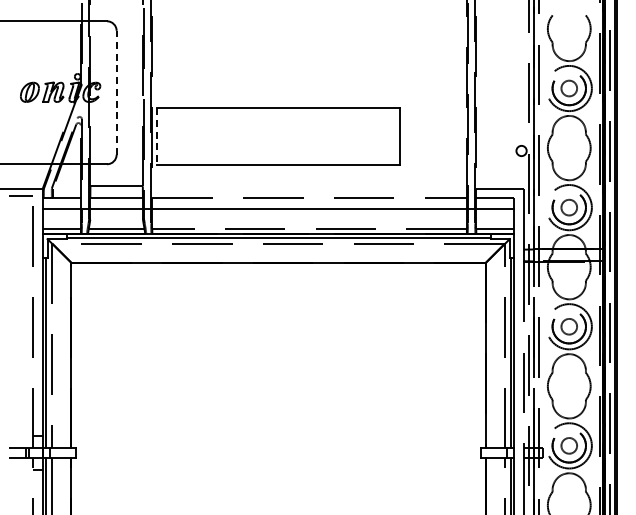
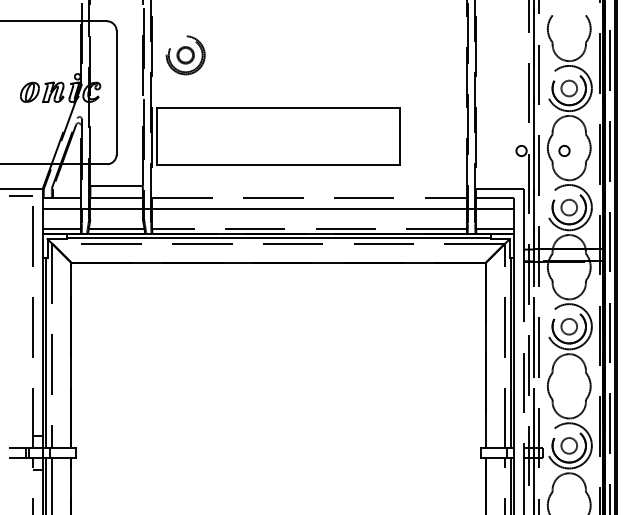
part at (185, 55): none -> present
line at (116, 92): dashed -> solid
line at (157, 136): dashed -> solid
circle at (564, 150): none -> present
